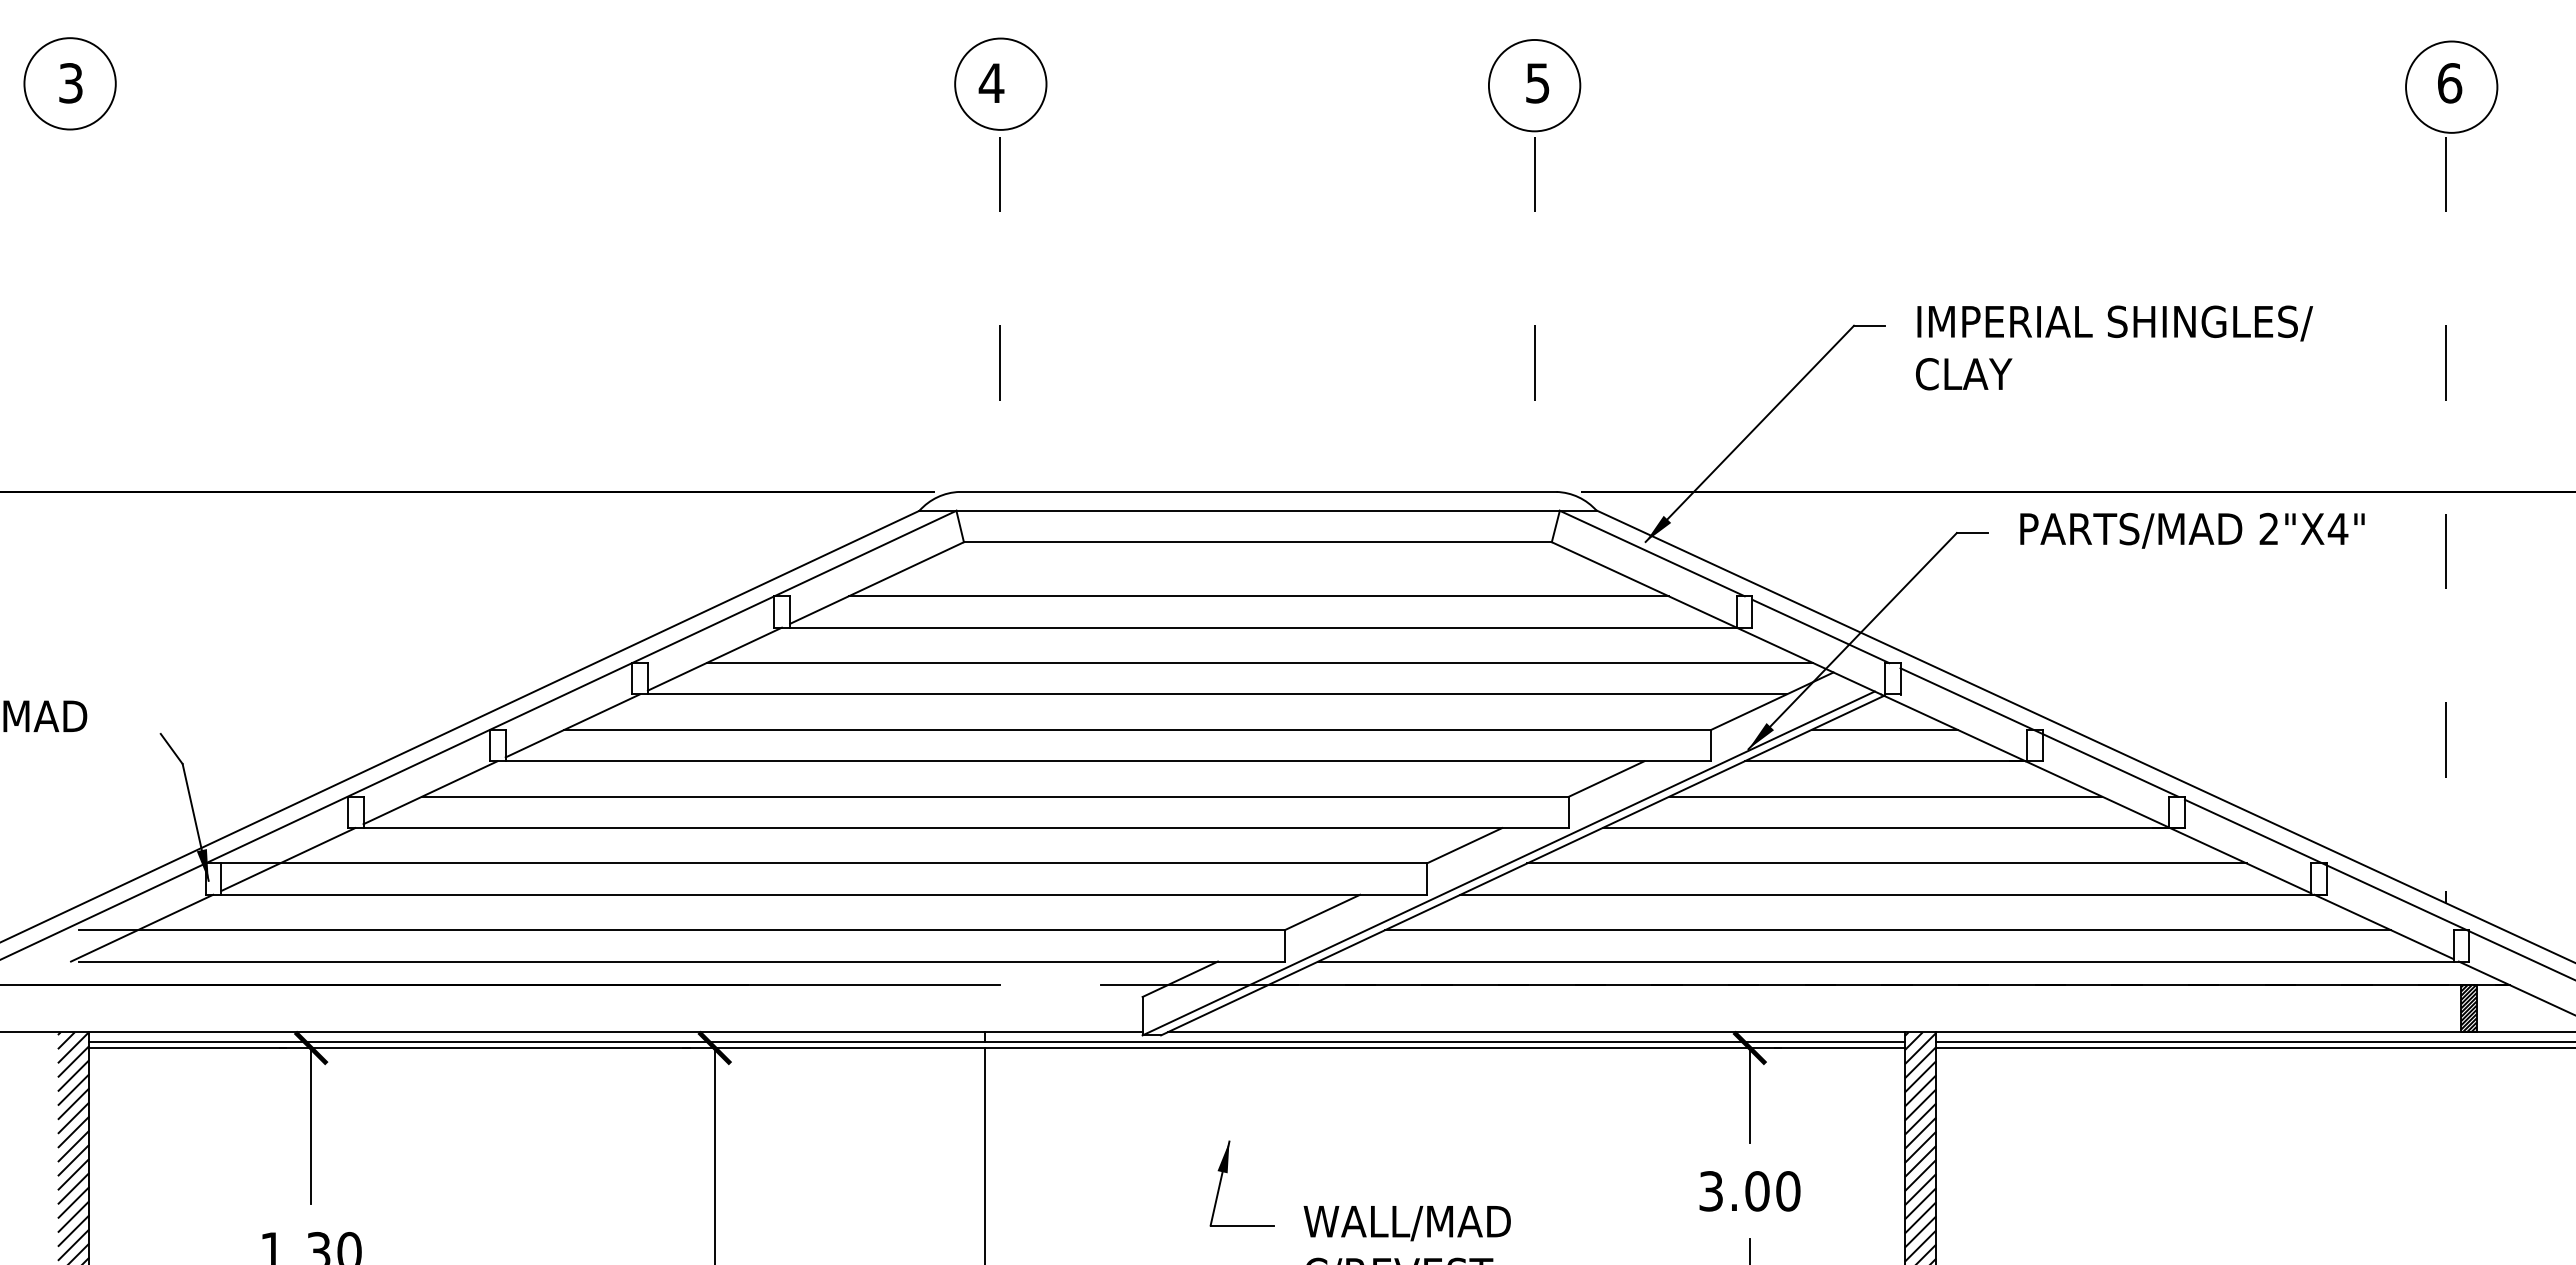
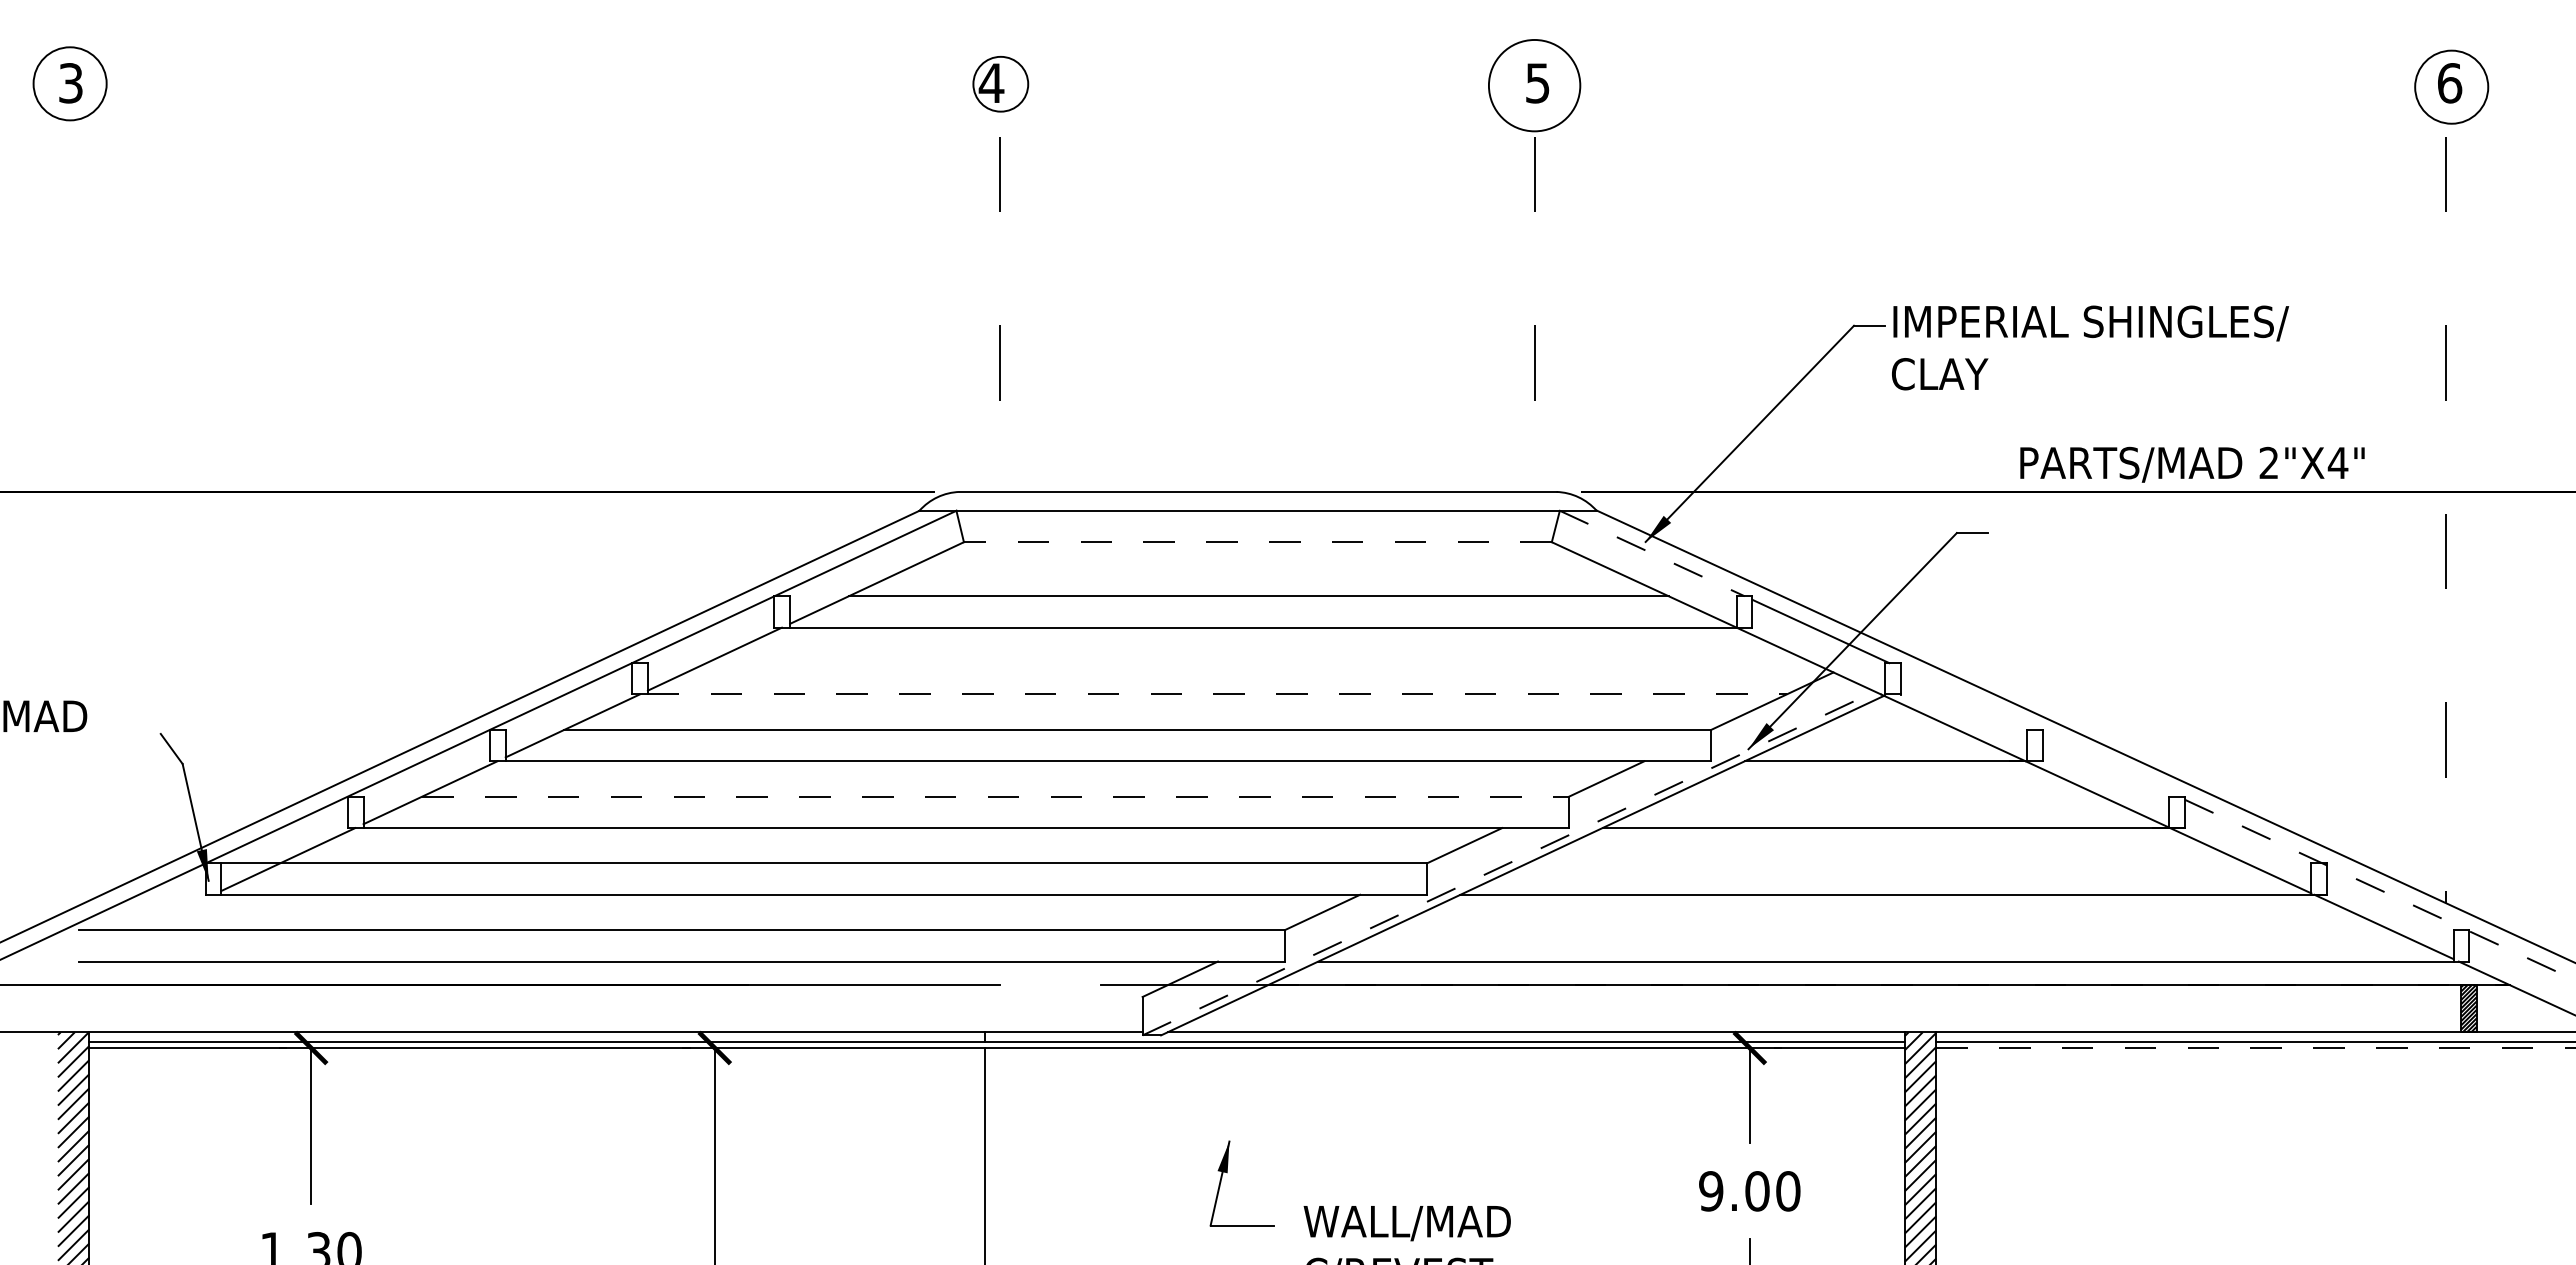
circle at (69, 83) diameter: 91 px -> 73 px
circle at (1000, 83) diameter: 91 px -> 55 px
circle at (2451, 86) diameter: 91 px -> 73 px
text at (2114, 347) position: (2114, 347) -> (2090, 347)
text at (2192, 530) position: (2192, 530) -> (2192, 464)
line at (1257, 542): solid -> dashed
line at (1652, 553): solid -> dashed
line at (1259, 663): present -> none
line at (1217, 694): solid -> dashed
line at (1884, 729): present -> none
line at (2039, 732): present -> none
line at (996, 796): solid -> dashed
line at (1885, 796): present -> none
line at (1509, 863): solid -> dashed
line at (1886, 863): present -> none
line at (2380, 890): solid -> dashed
line at (142, 927): present -> none
line at (1887, 930): present -> none
line at (2256, 1048): solid -> dashed
text at (1711, 1191): 3.00 -> 9.00
